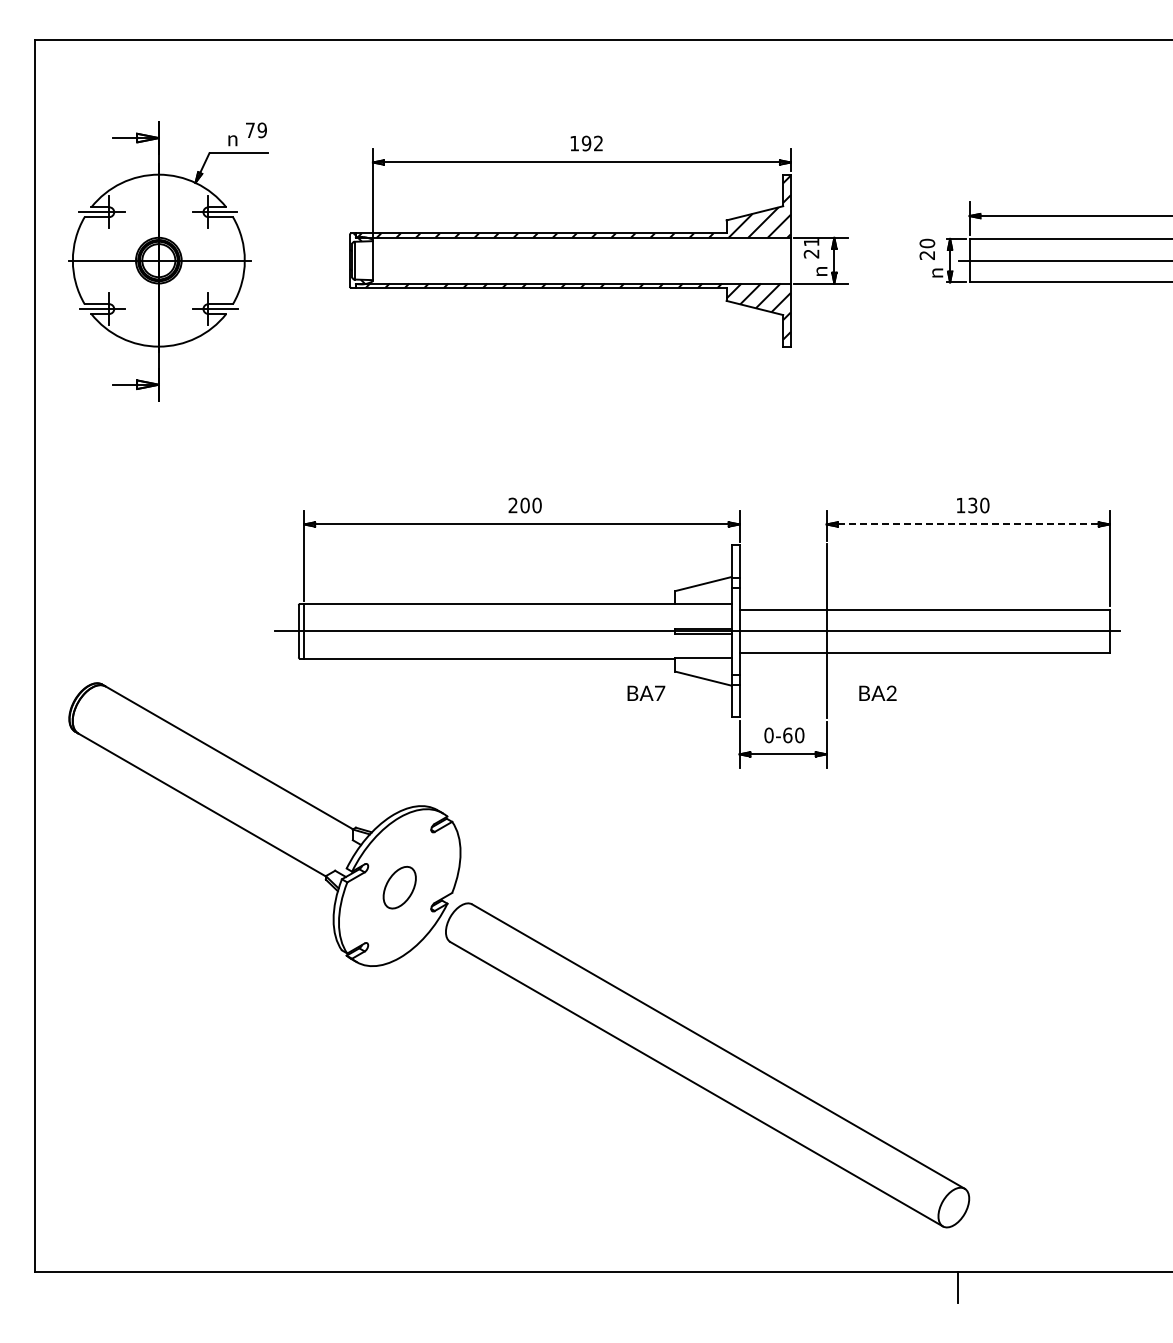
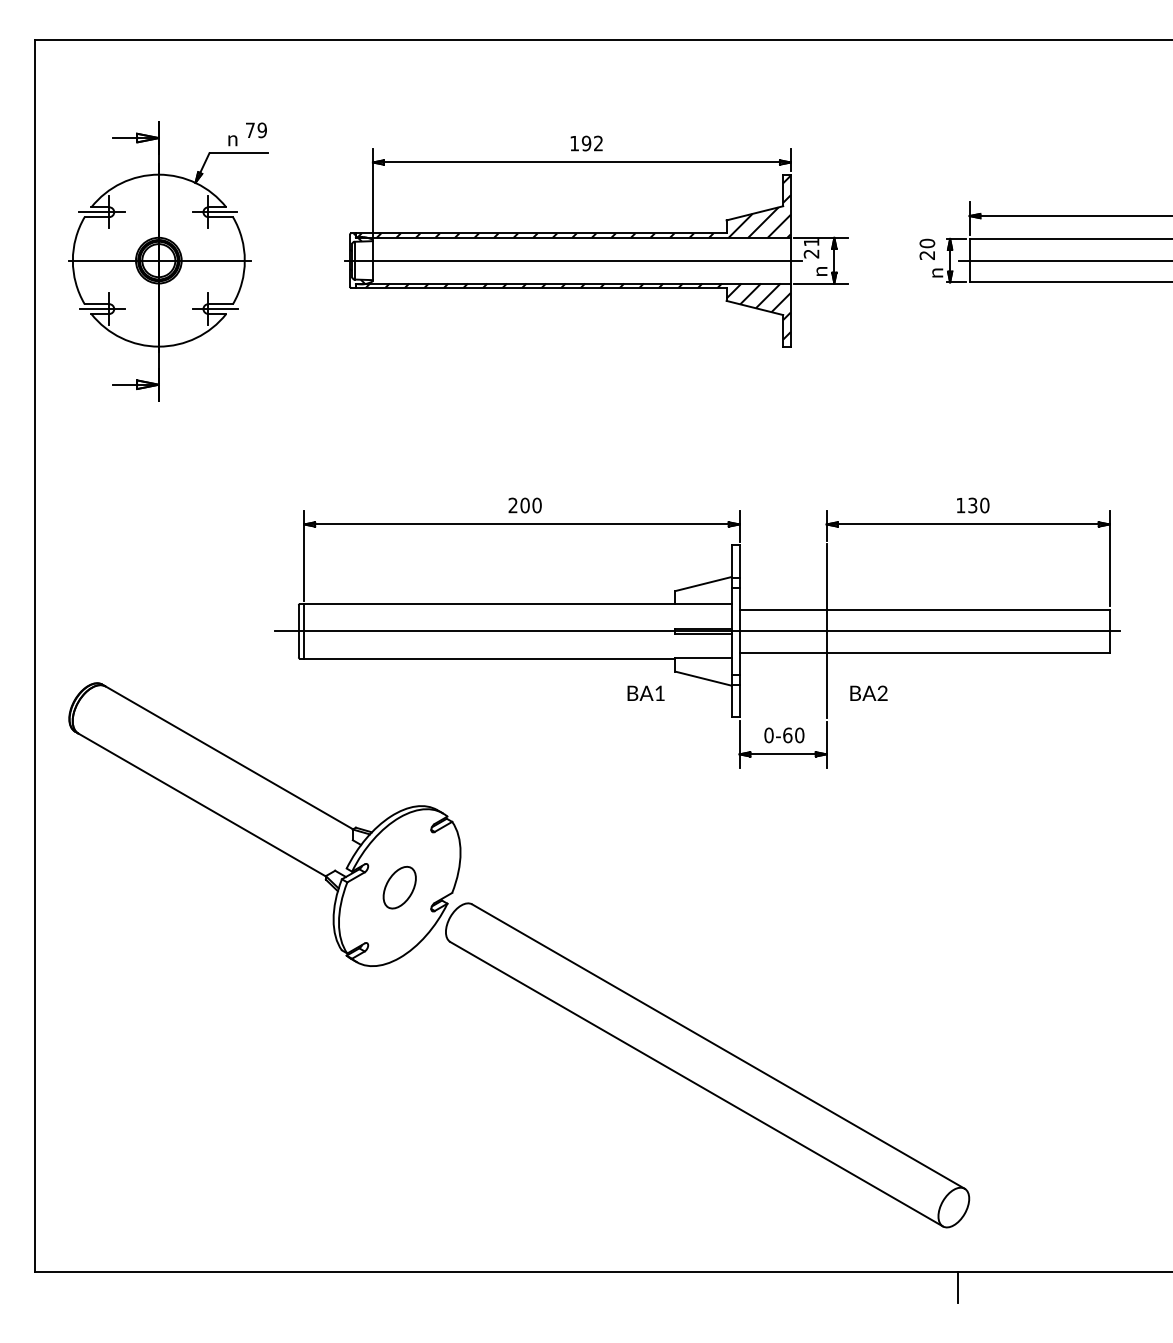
line at (572, 260): none -> present
line at (968, 524): dashed -> solid
text at (660, 692): BA7 -> BA1
text at (877, 692) position: (877, 692) -> (868, 692)
